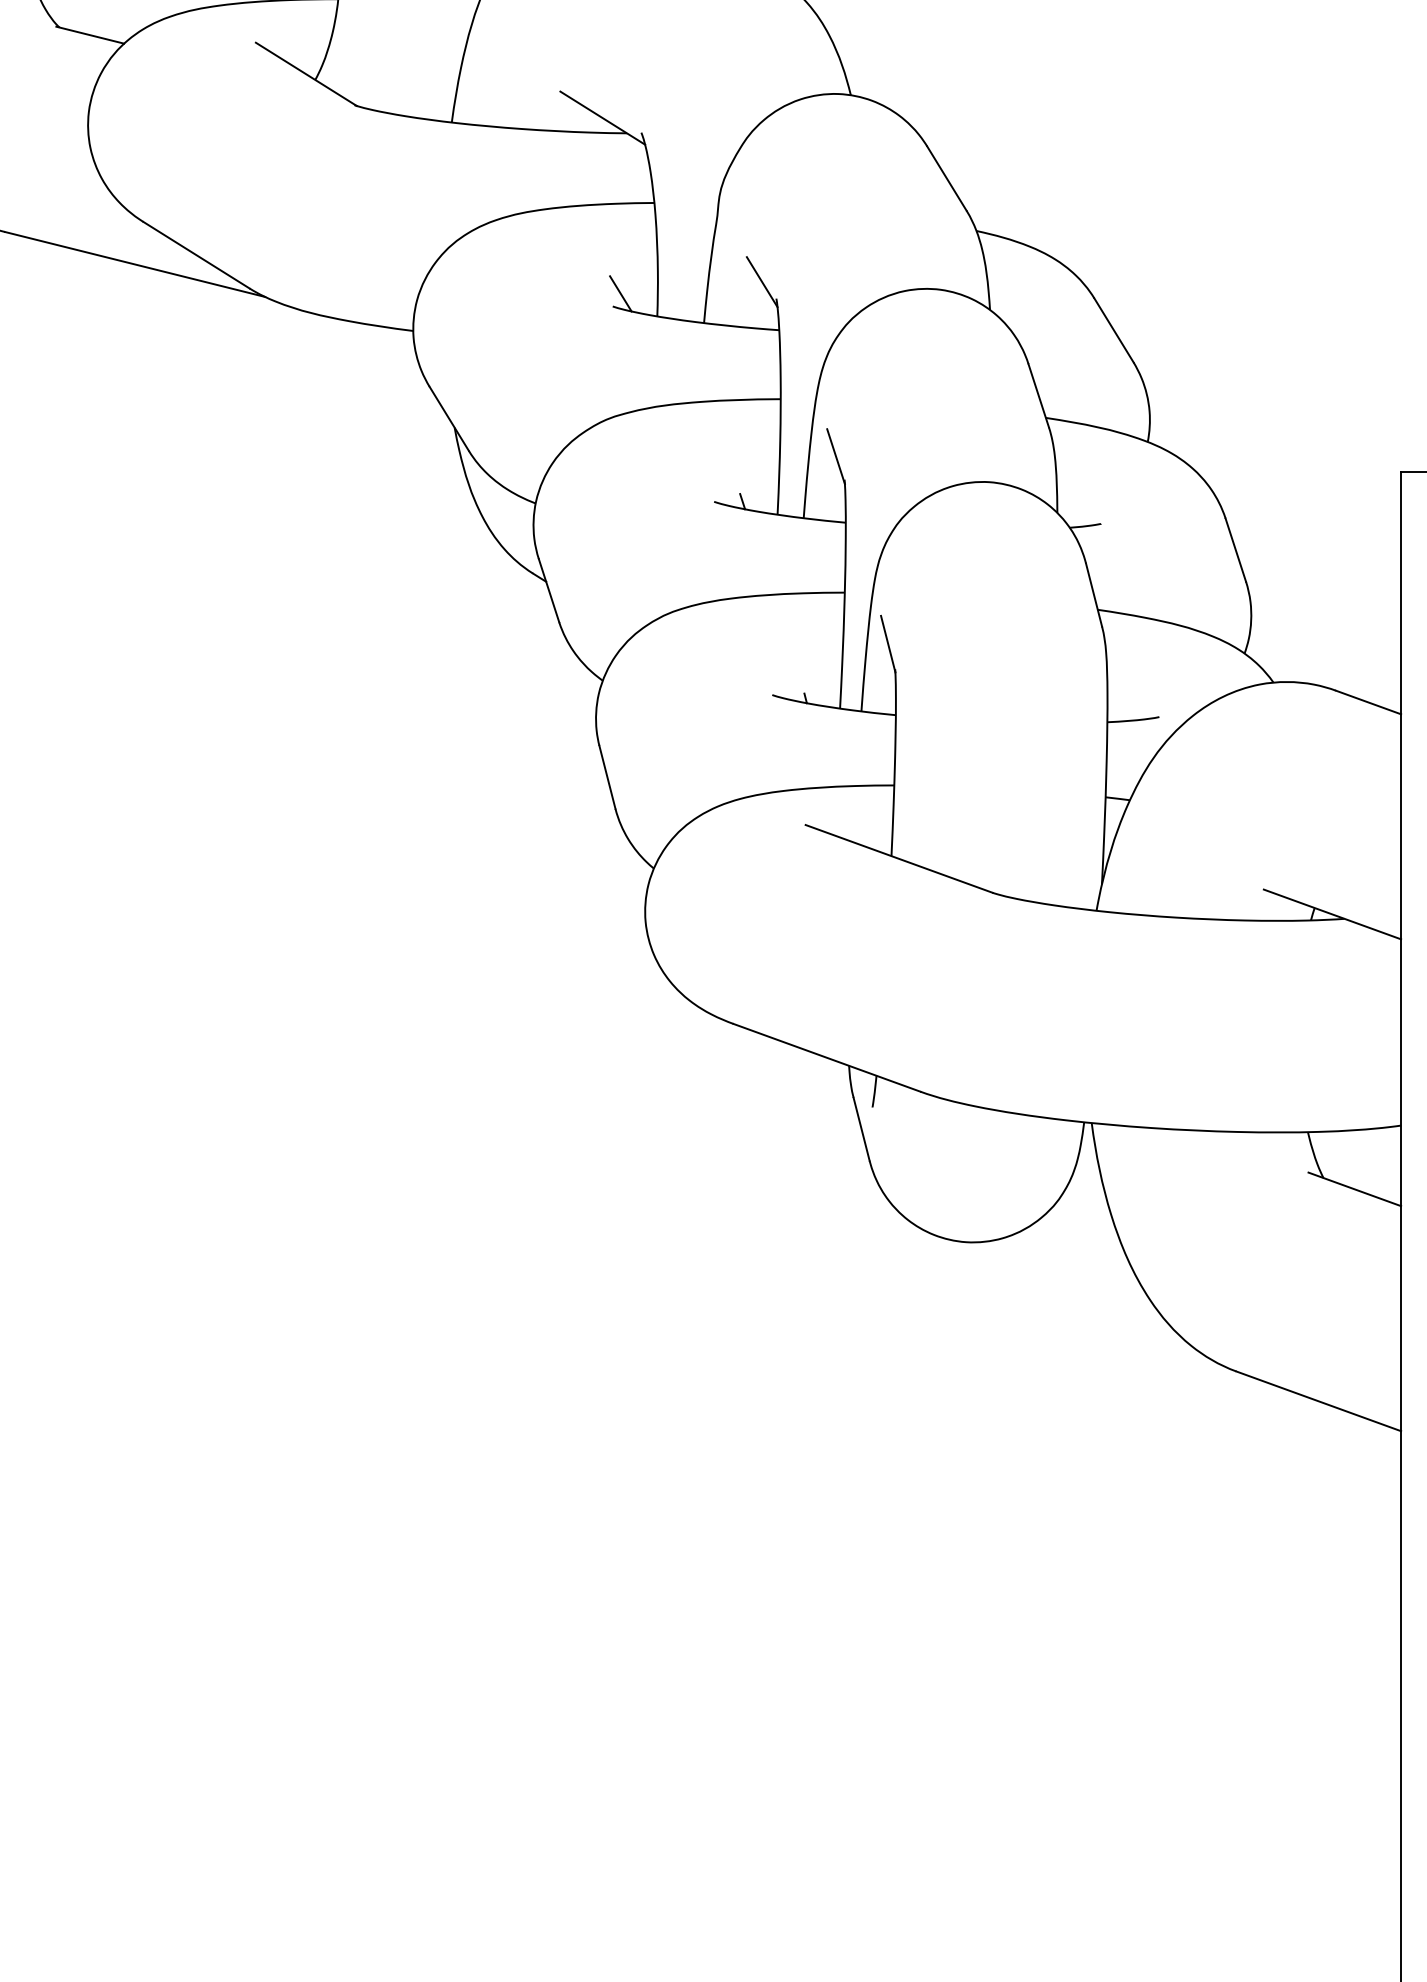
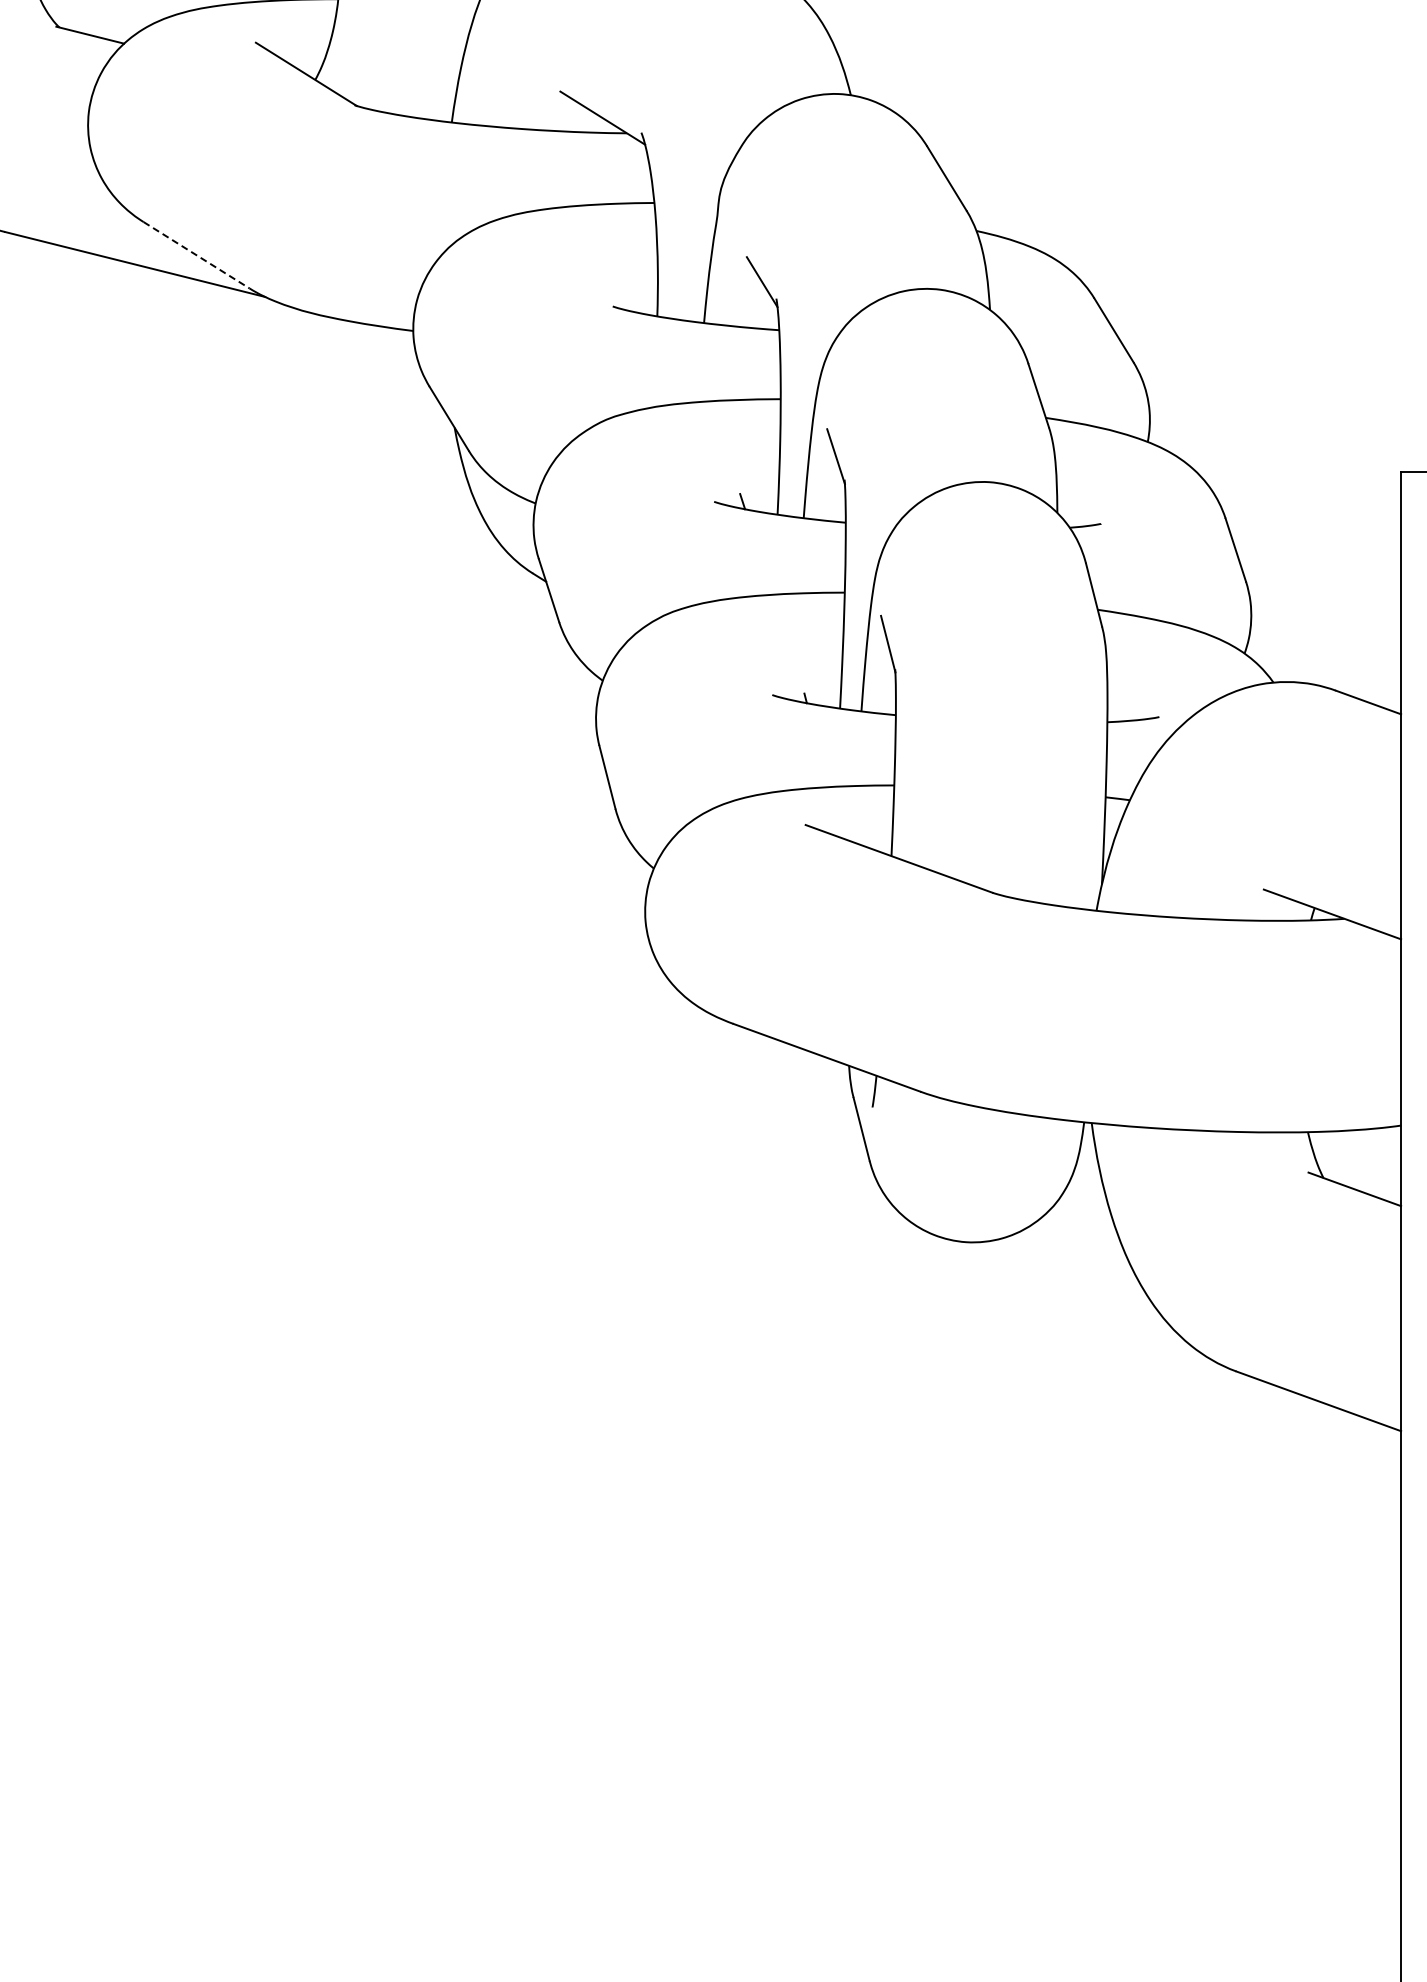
line at (196, 255): solid -> dashed
line at (620, 293): present -> none
